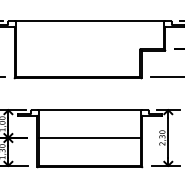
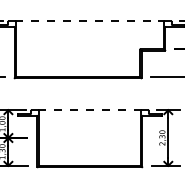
line at (89, 21): solid -> dashed
line at (89, 110): solid -> dashed
line at (89, 138): present -> none
